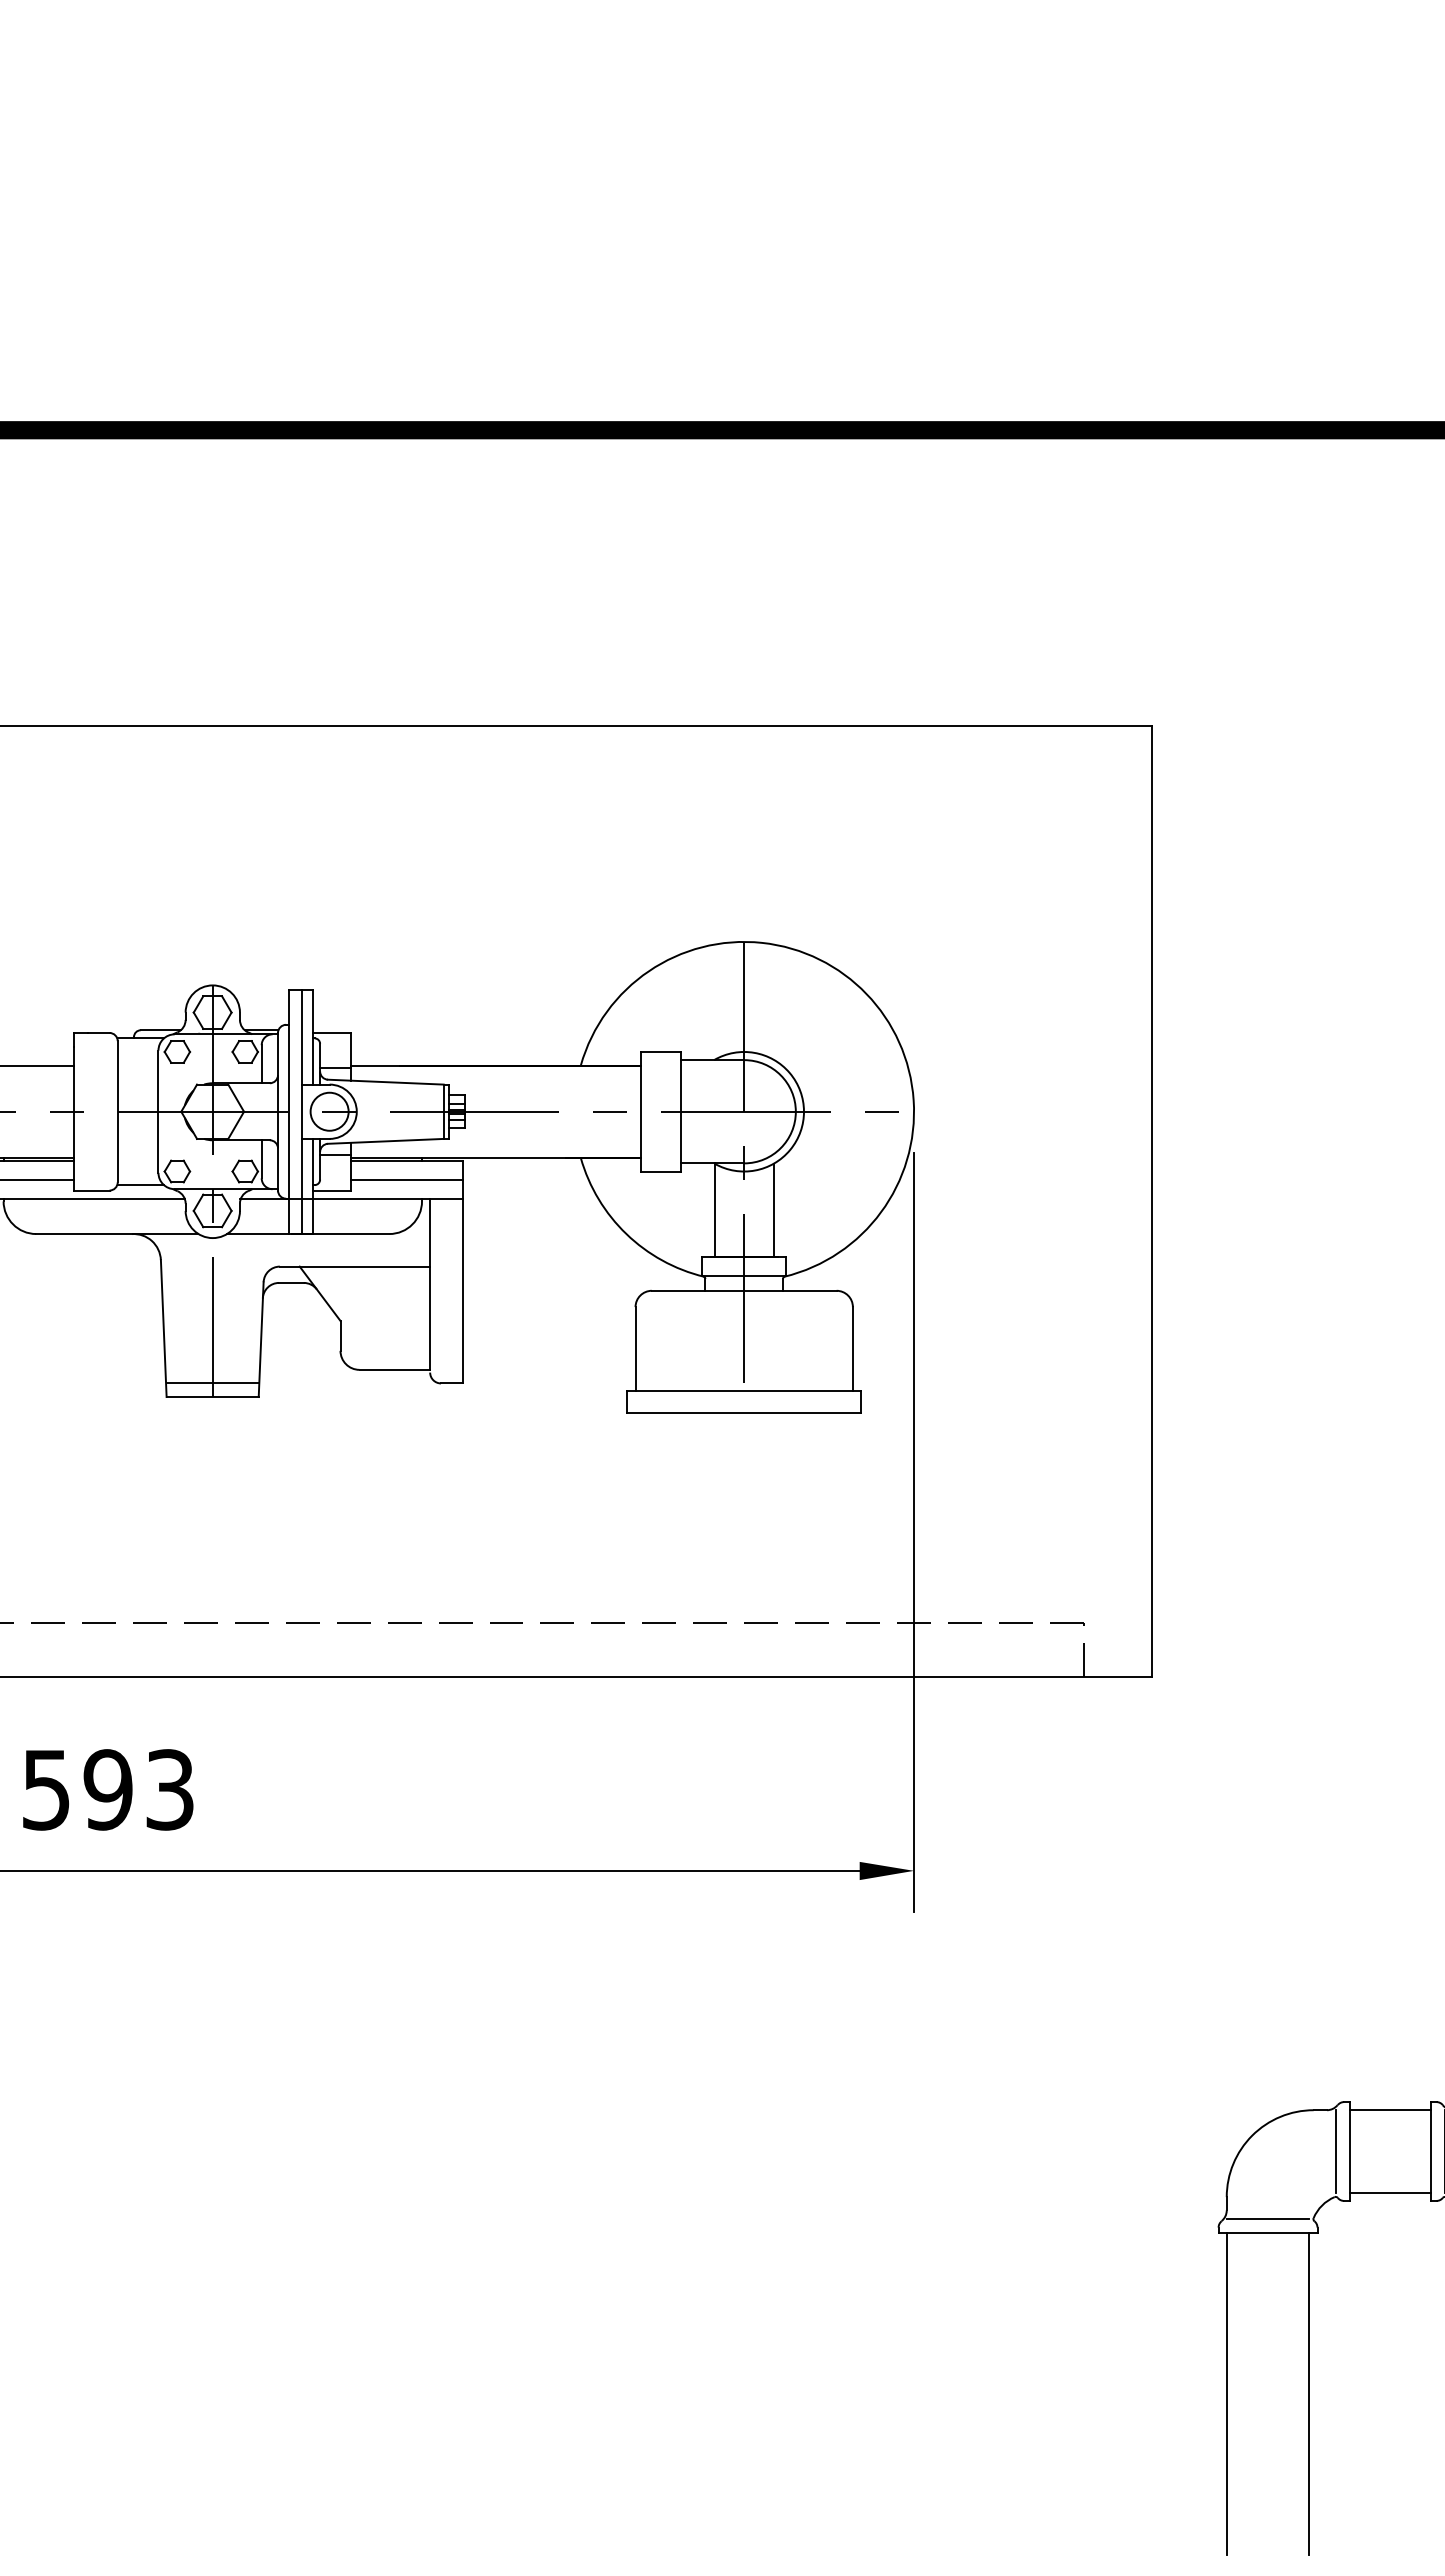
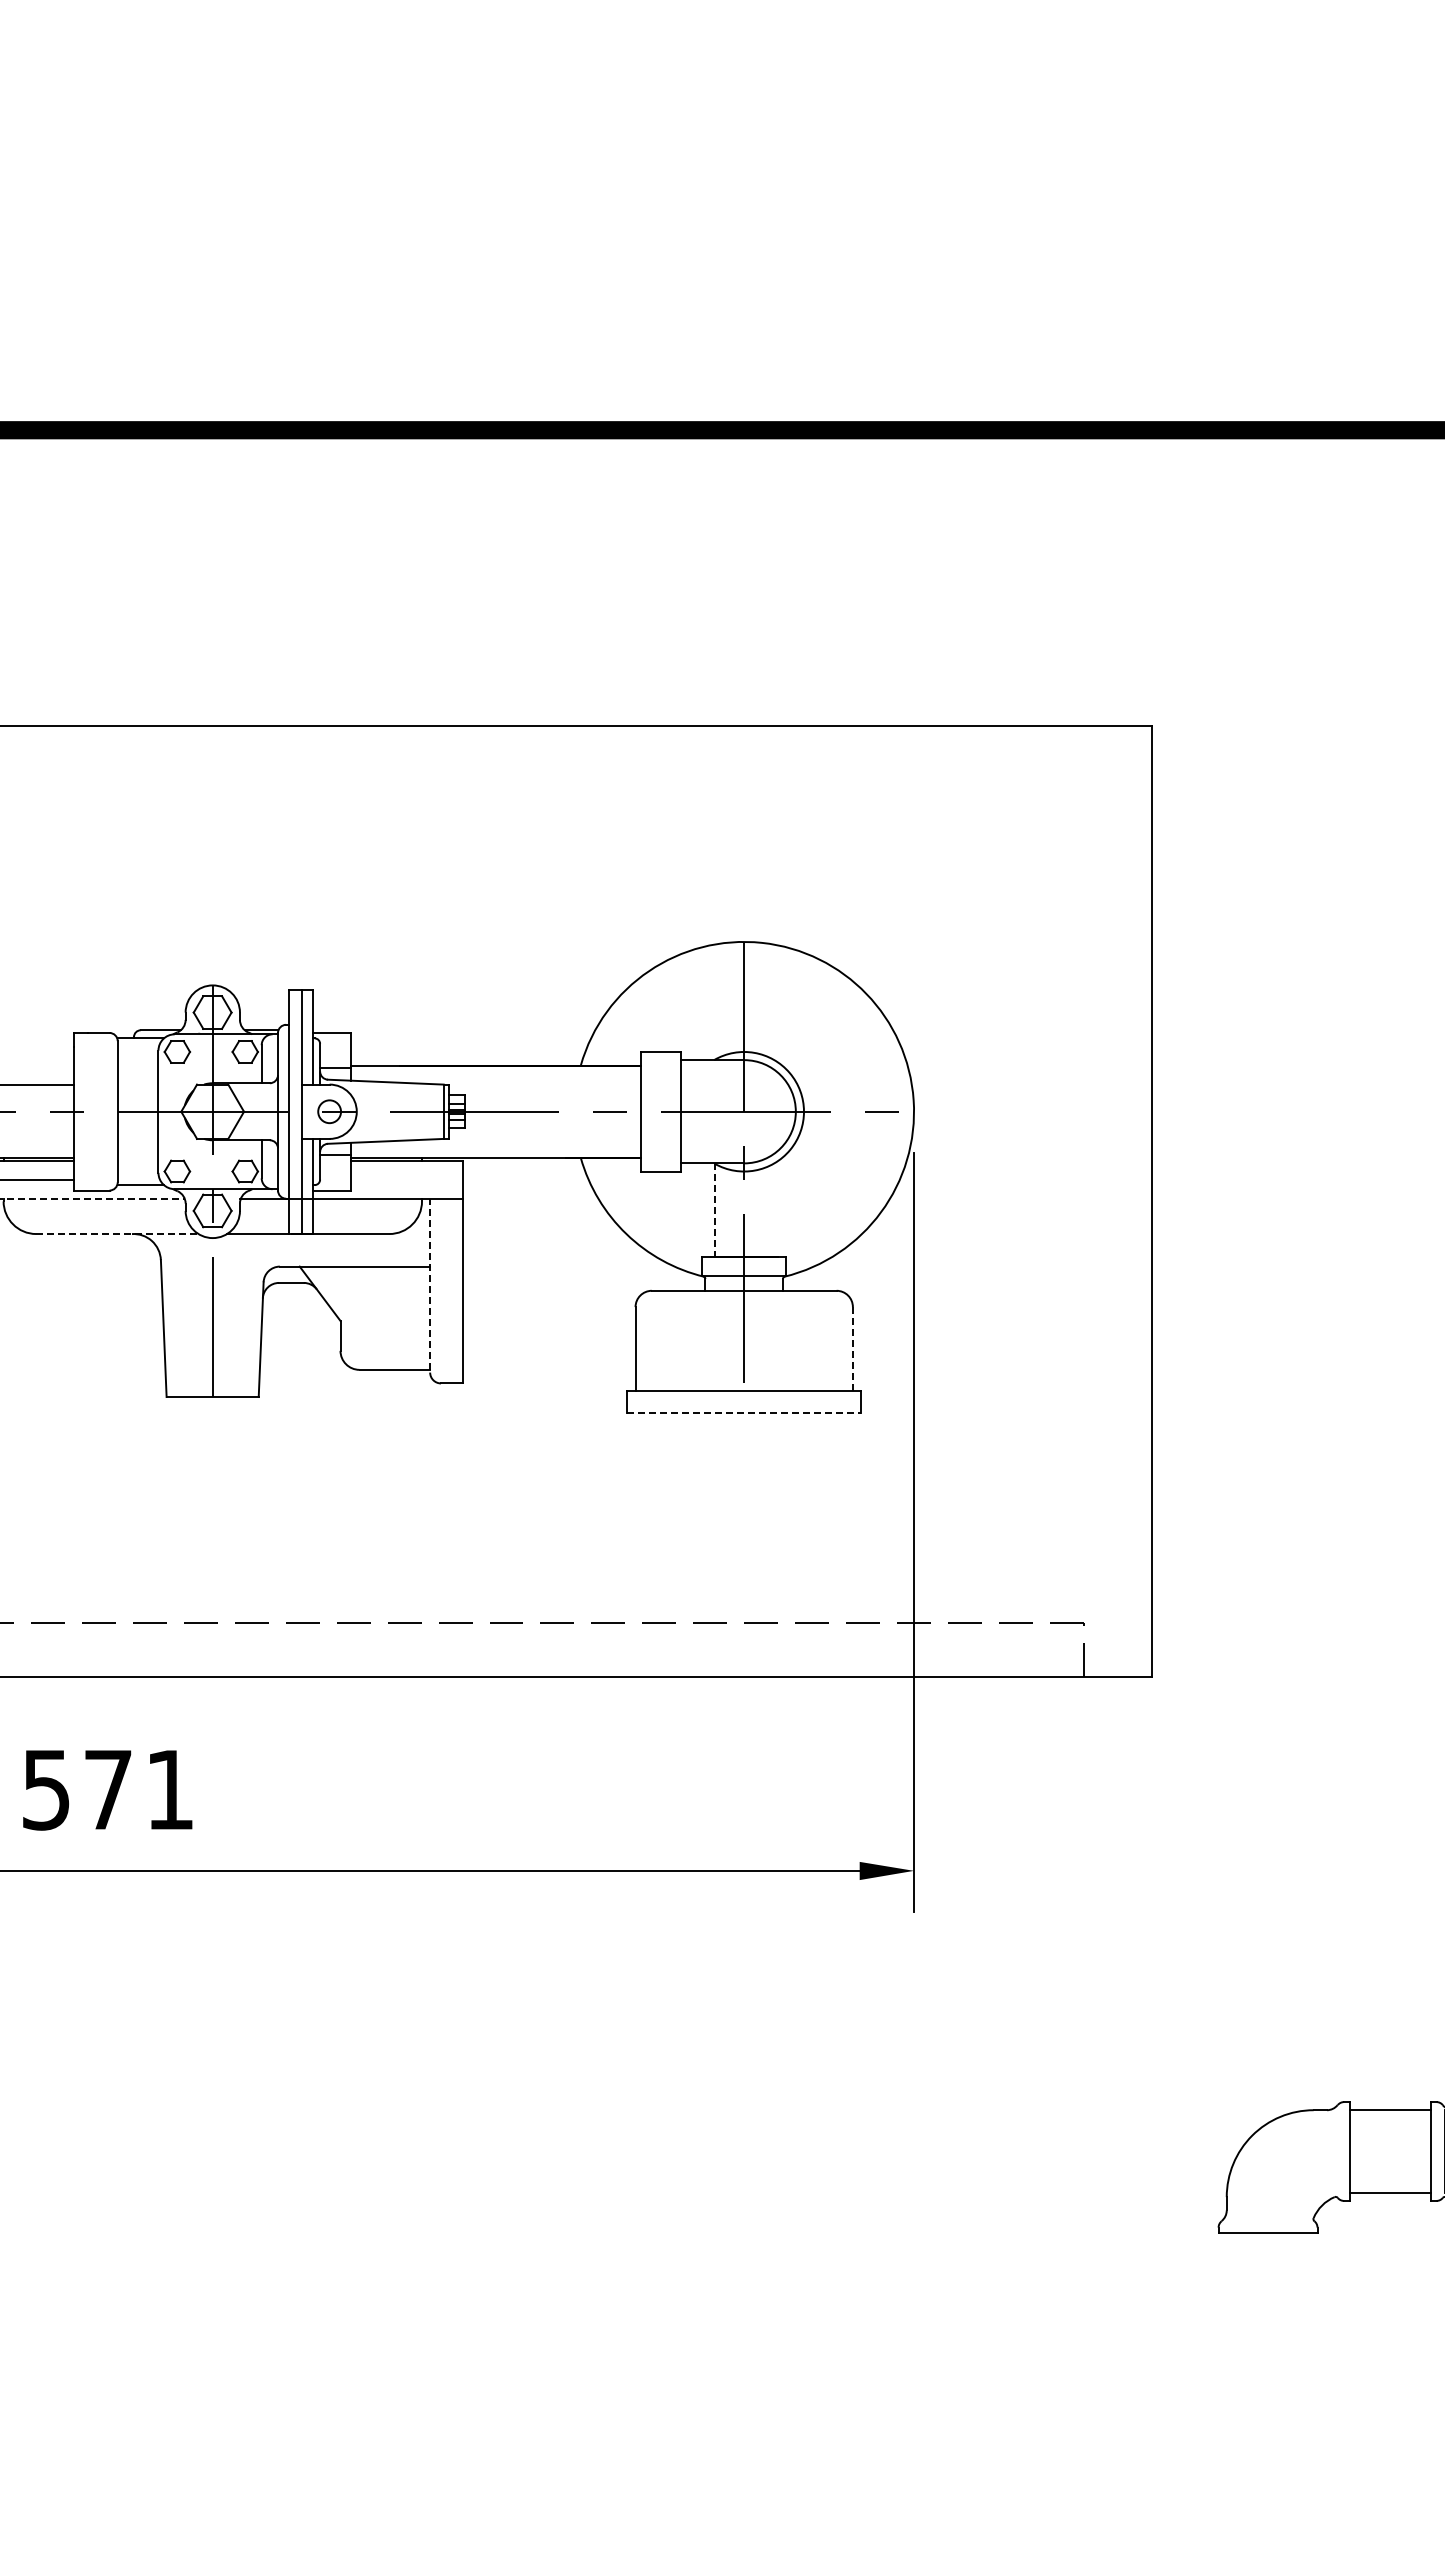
line at (38, 1065) position: (38, 1065) -> (38, 1084)
circle at (329, 1111) diameter: 38 px -> 23 px
line at (406, 1179): present -> none
line at (92, 1198): solid -> dashed
line at (773, 1209): present -> none
line at (714, 1210): solid -> dashed
line at (117, 1234): solid -> dashed
line at (430, 1284): solid -> dashed
line at (852, 1348): solid -> dashed
line at (212, 1383): present -> none
line at (744, 1413): solid -> dashed
text at (138, 1789): 593 -> 571
line at (1335, 2151): present -> none
line at (1267, 2219): present -> none
line at (1226, 2394): present -> none
line at (1309, 2394): present -> none
